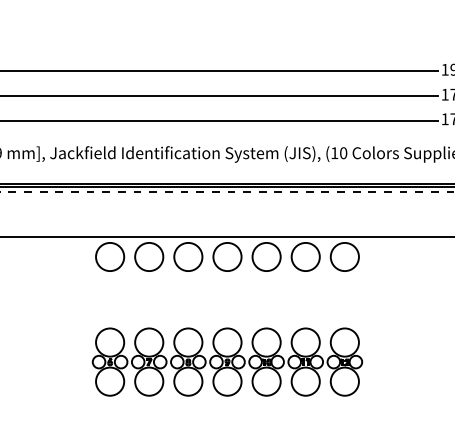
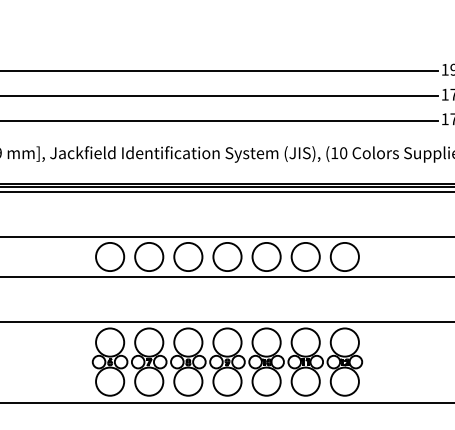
line at (228, 192): dashed -> solid
line at (226, 276): none -> present
line at (226, 321): none -> present
line at (226, 402): none -> present
